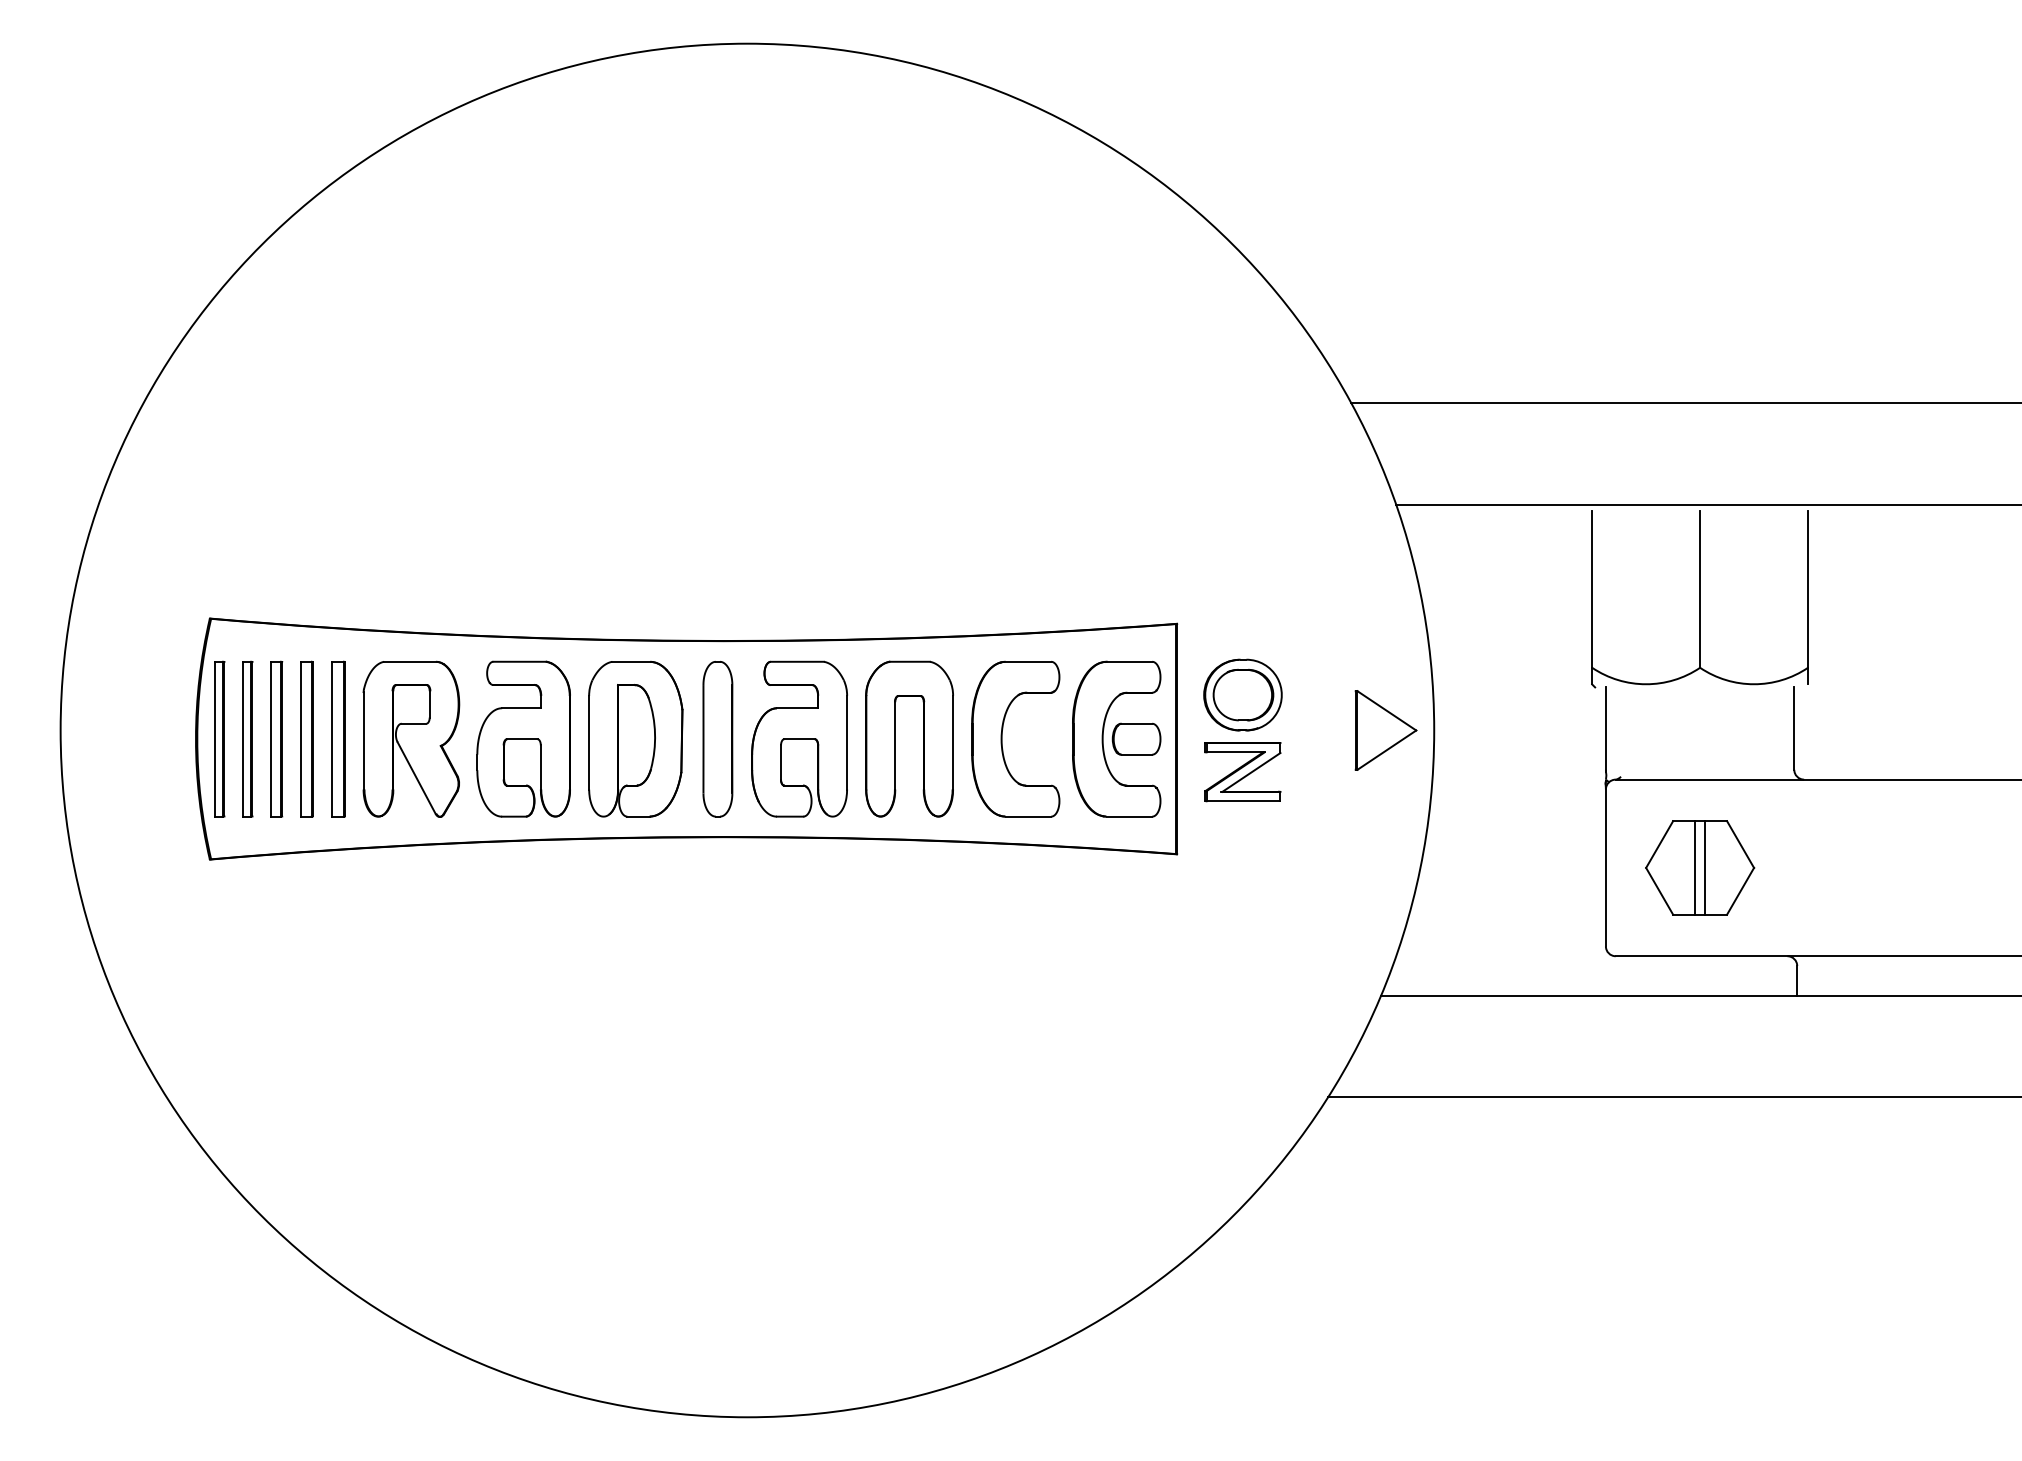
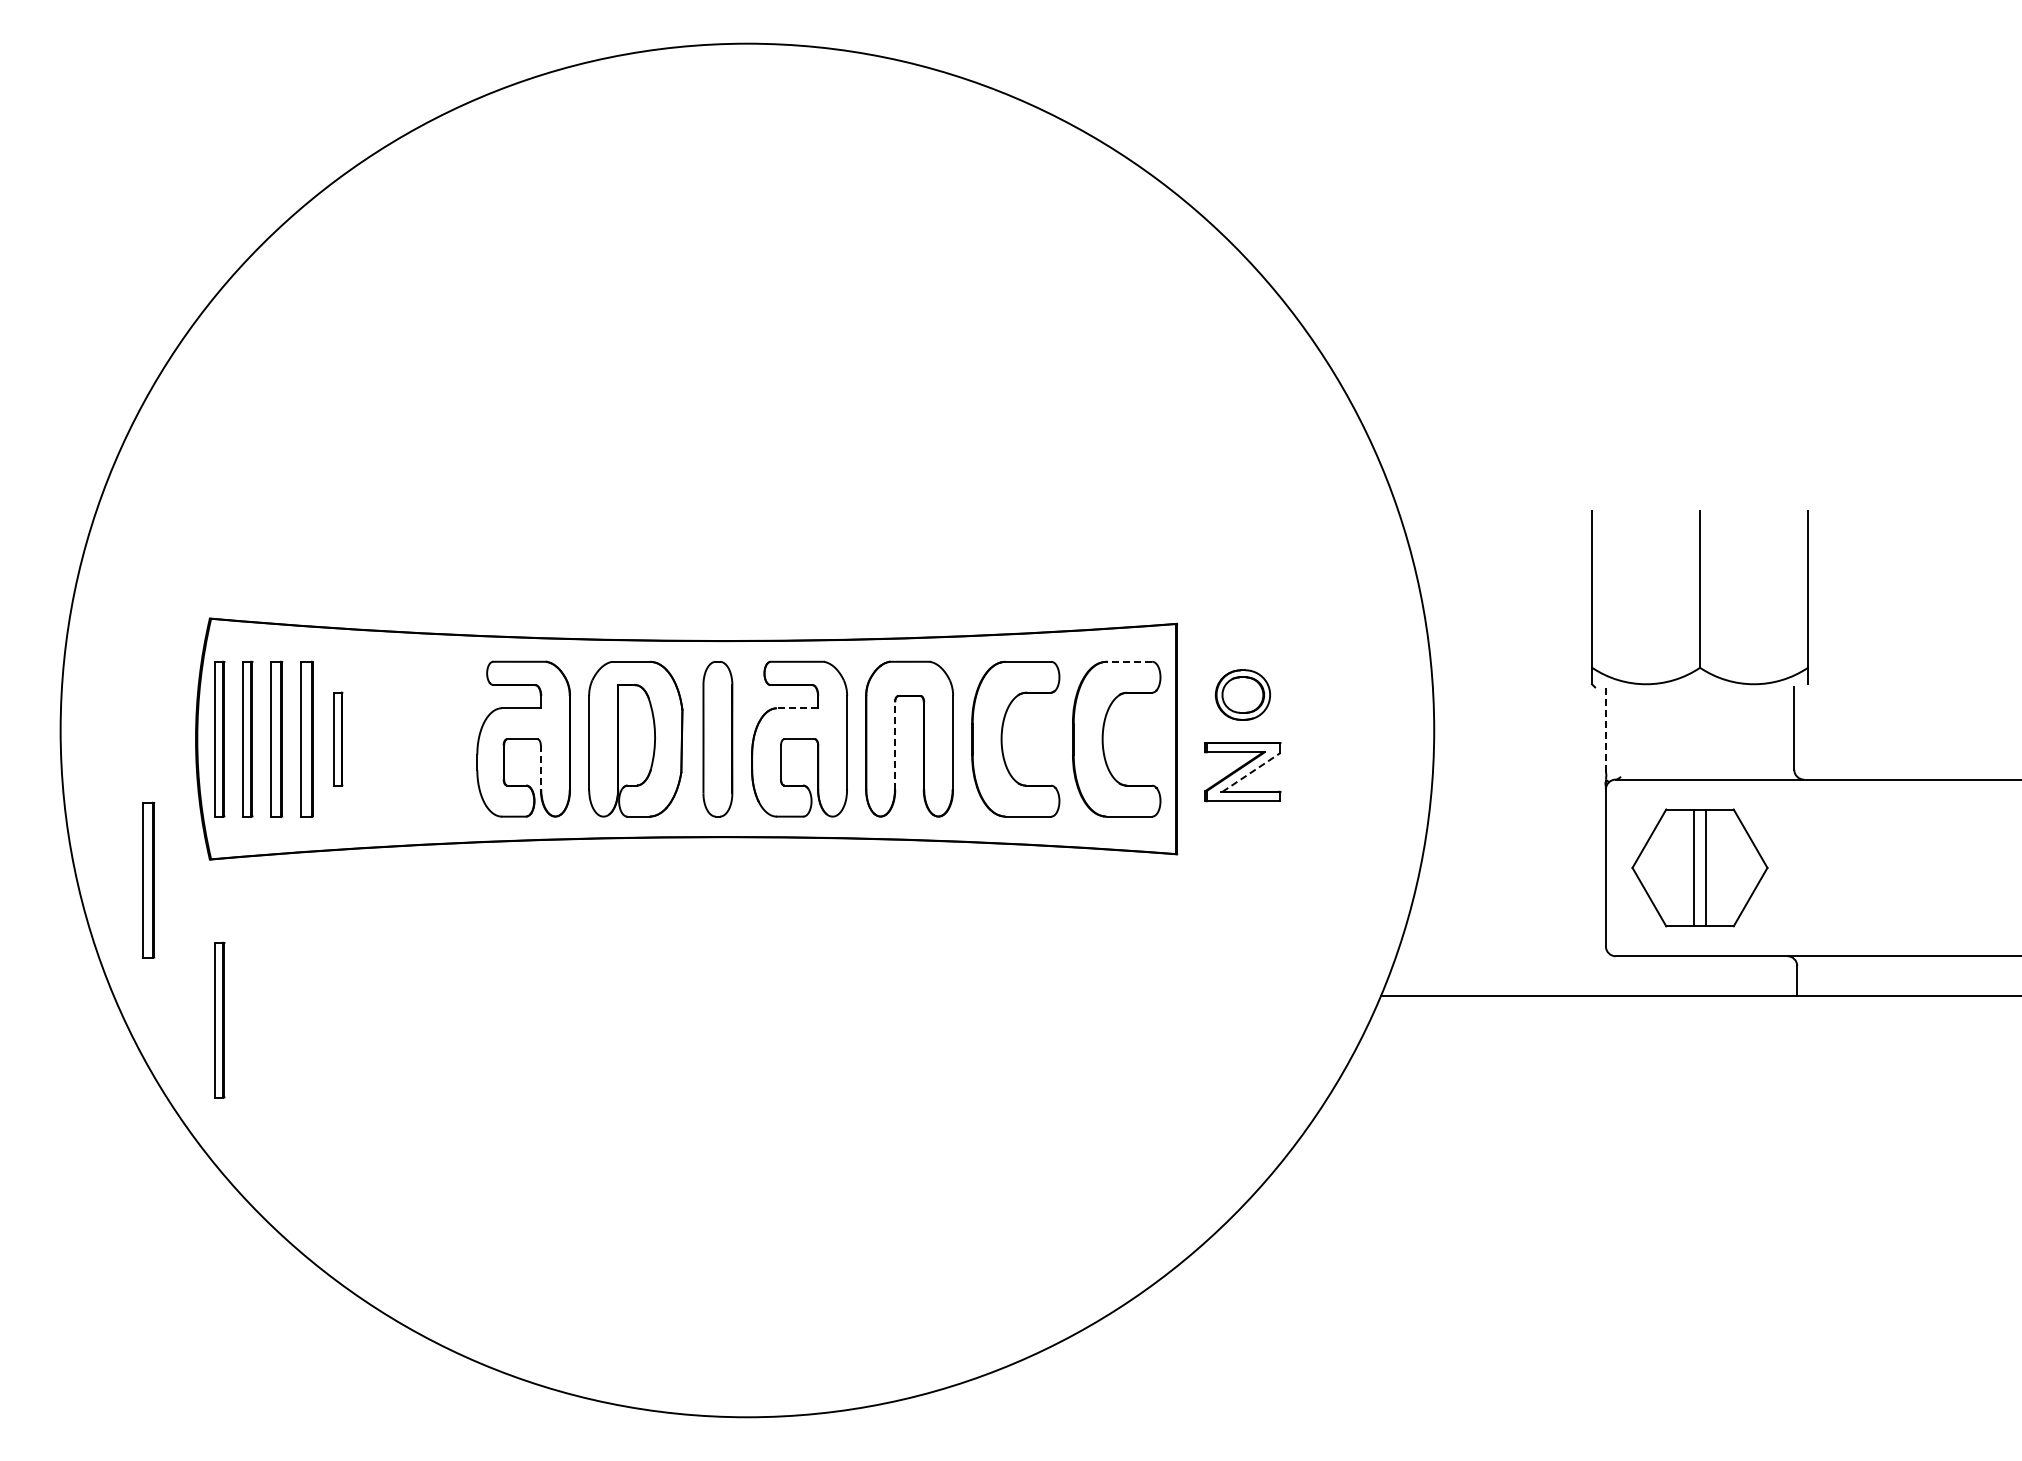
line at (1684, 403): present -> none
line at (1707, 504): present -> none
line at (1129, 661): solid -> dashed
part at (1242, 694) size: 80x74 px -> 57x52 px
line at (797, 708): solid -> dashed
line at (1605, 729): solid -> dashed
part at (1385, 730): present -> none
part at (338, 738) size: 15x158 px -> 11x96 px
part at (411, 738): present -> none
part at (1136, 738): present -> none
line at (895, 745): solid -> dashed
line at (540, 767): solid -> dashed
line at (1251, 772): solid -> dashed
part at (1700, 867) size: 111x96 px -> 138x120 px
part at (148, 879): none -> present
part at (219, 1019): none -> present
line at (1672, 1097): present -> none
